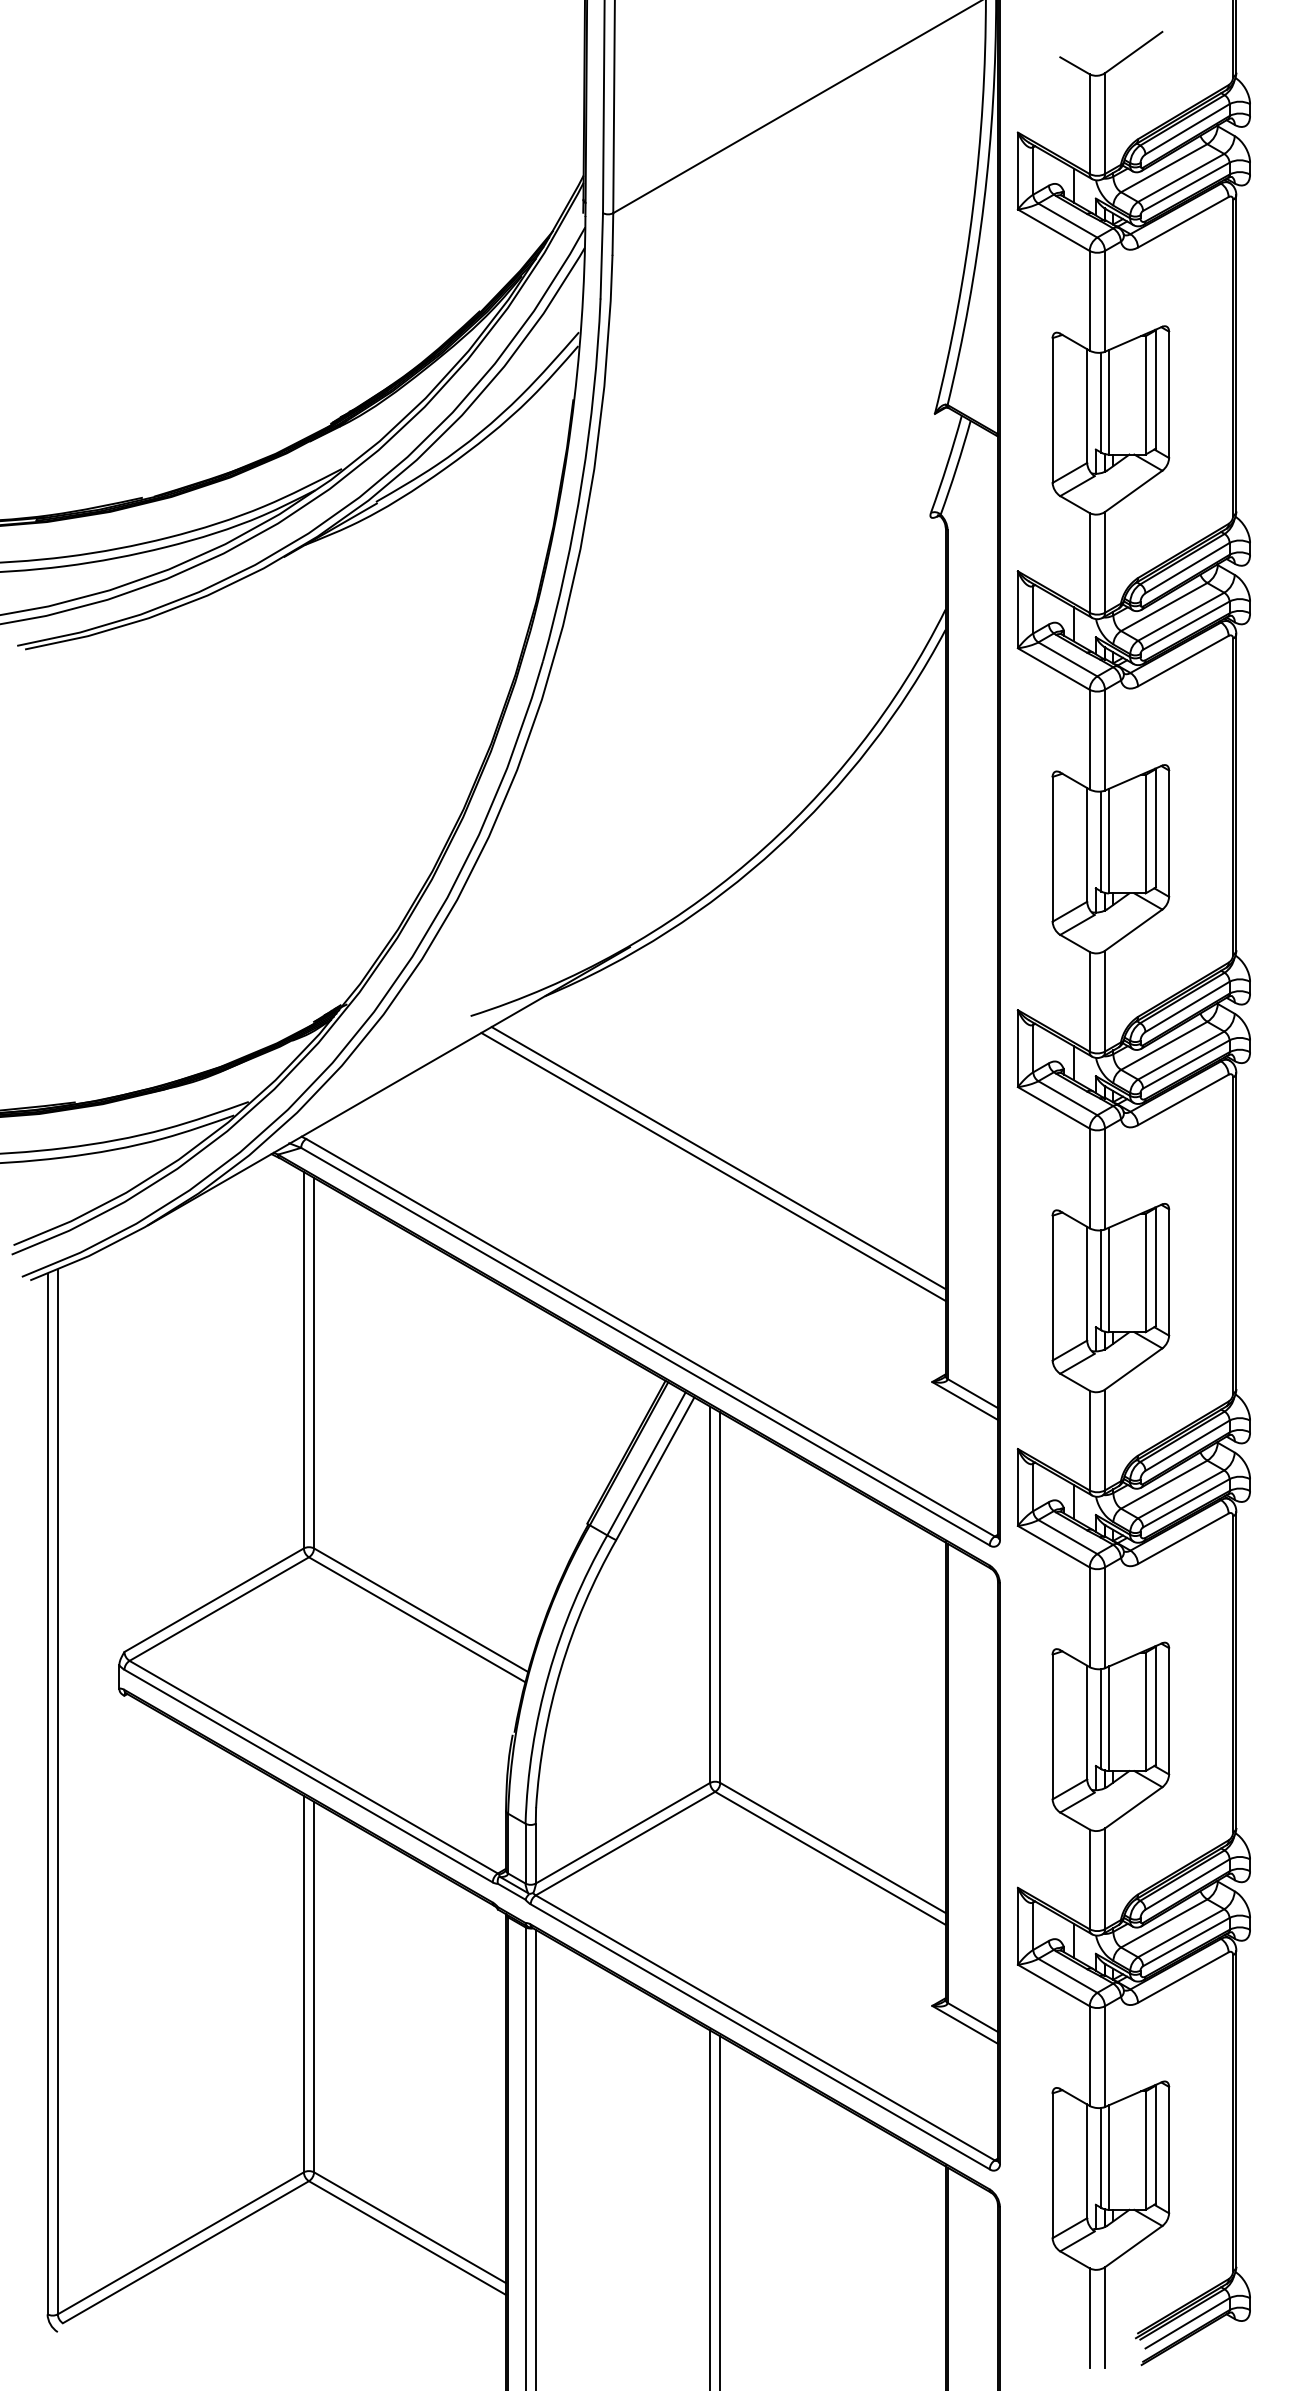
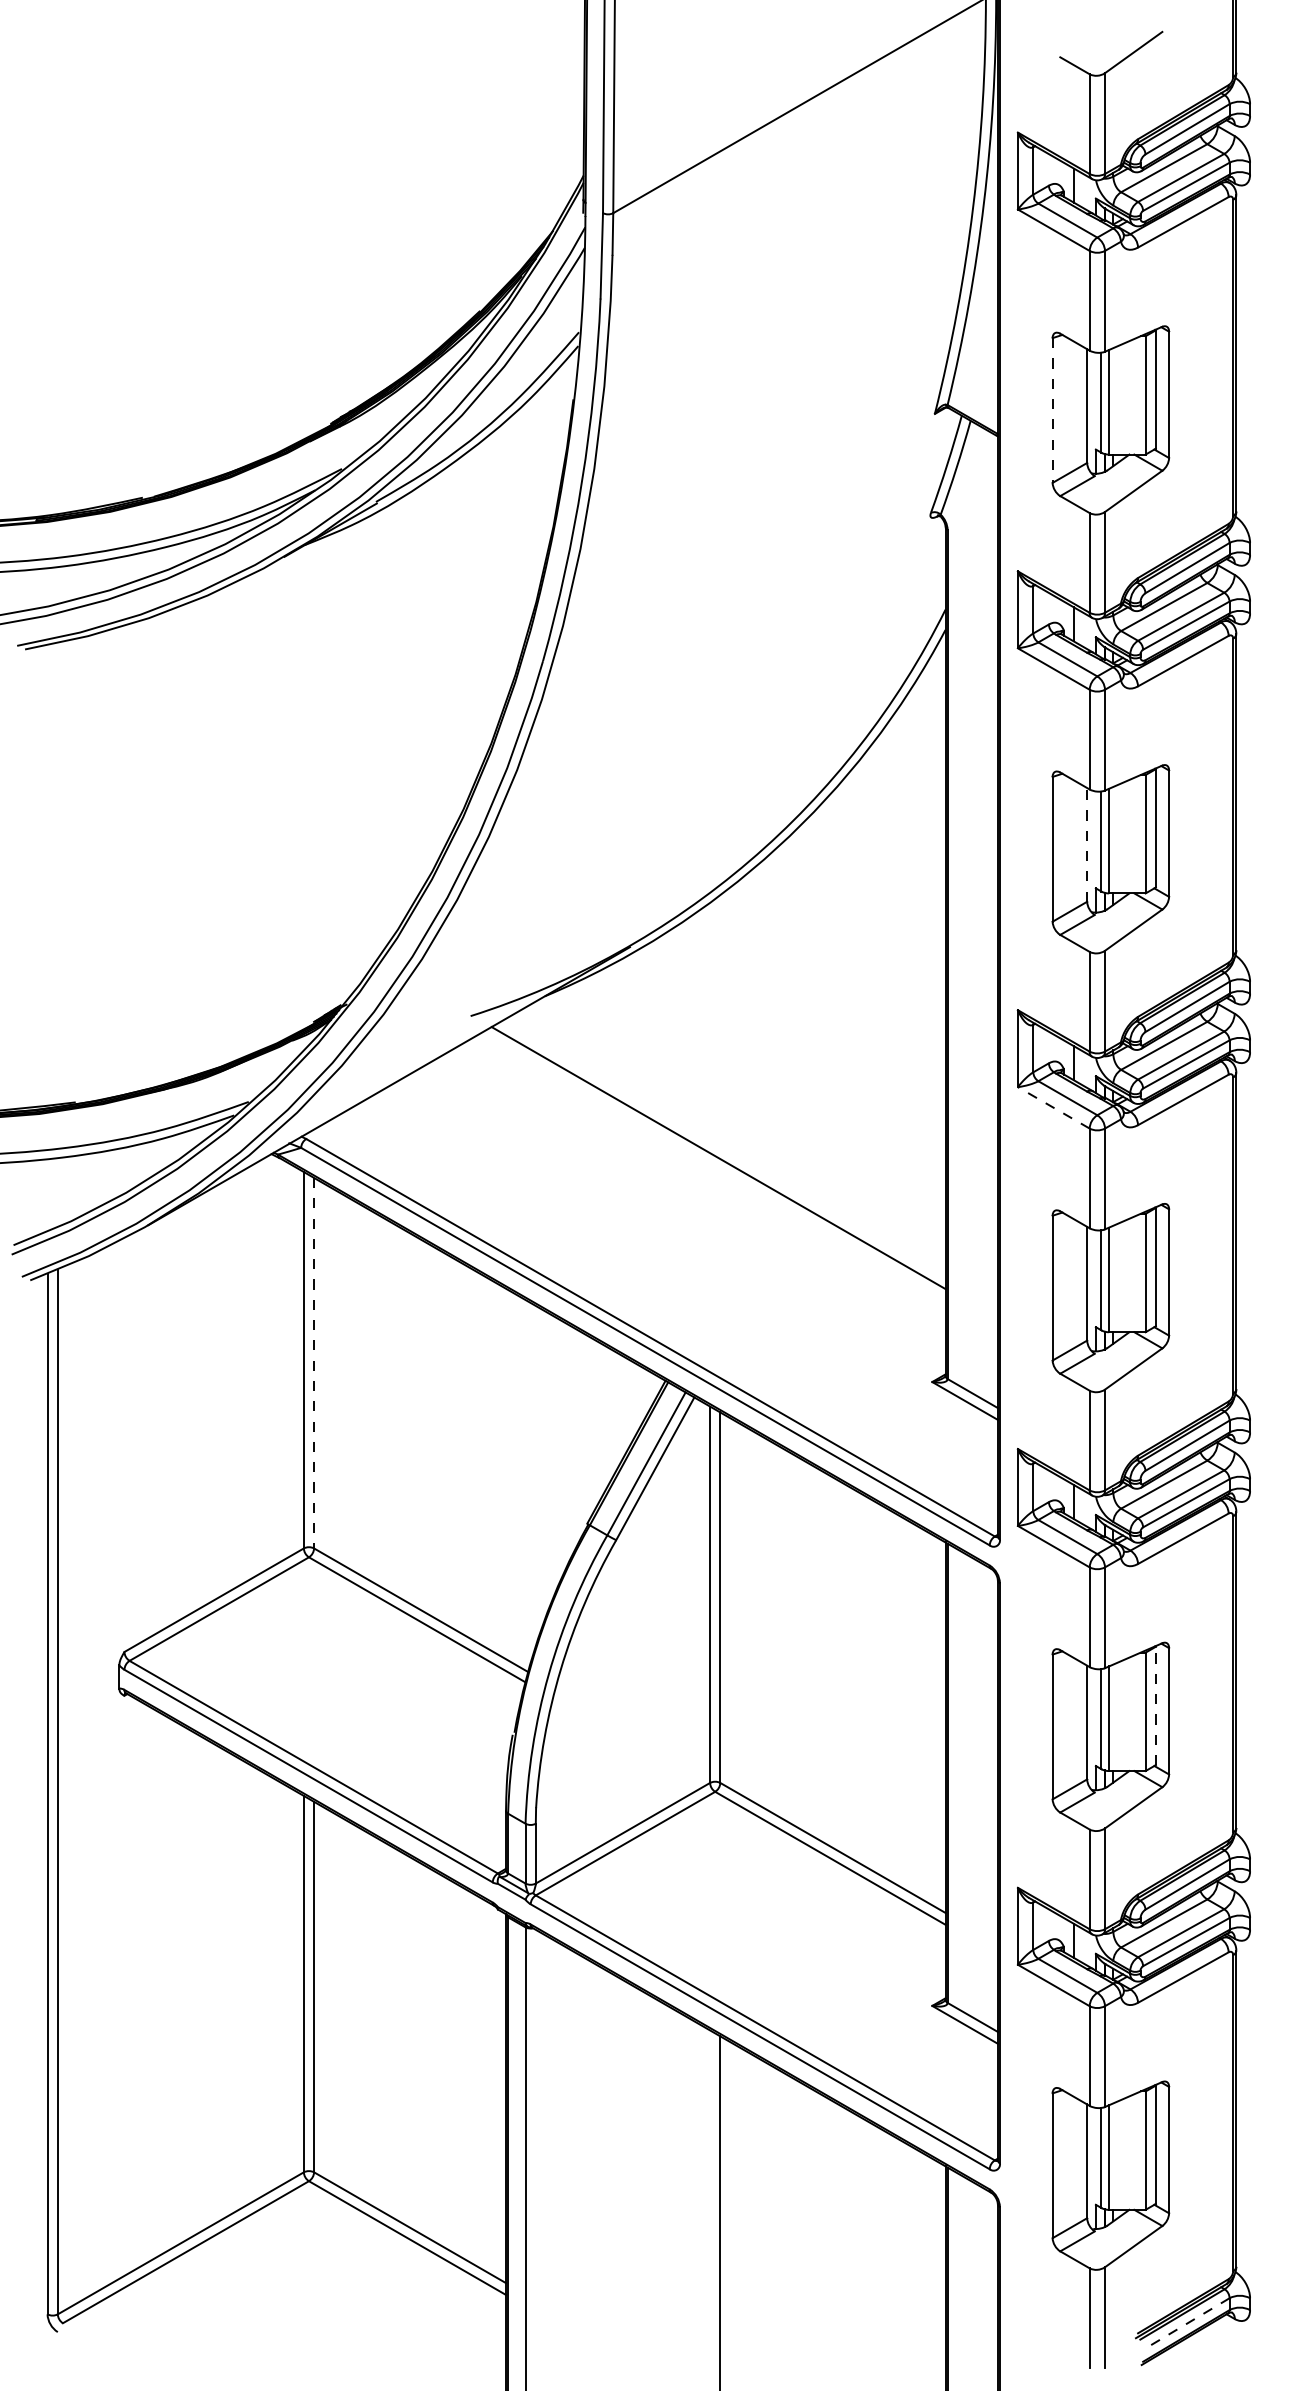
line at (1052, 411): solid -> dashed
line at (1087, 844): solid -> dashed
line at (1053, 1107): solid -> dashed
line at (713, 1166): present -> none
line at (314, 1363): solid -> dashed
line at (1155, 1705): solid -> dashed
line at (535, 2158): present -> none
line at (710, 2208): present -> none
line at (1187, 2323): solid -> dashed
